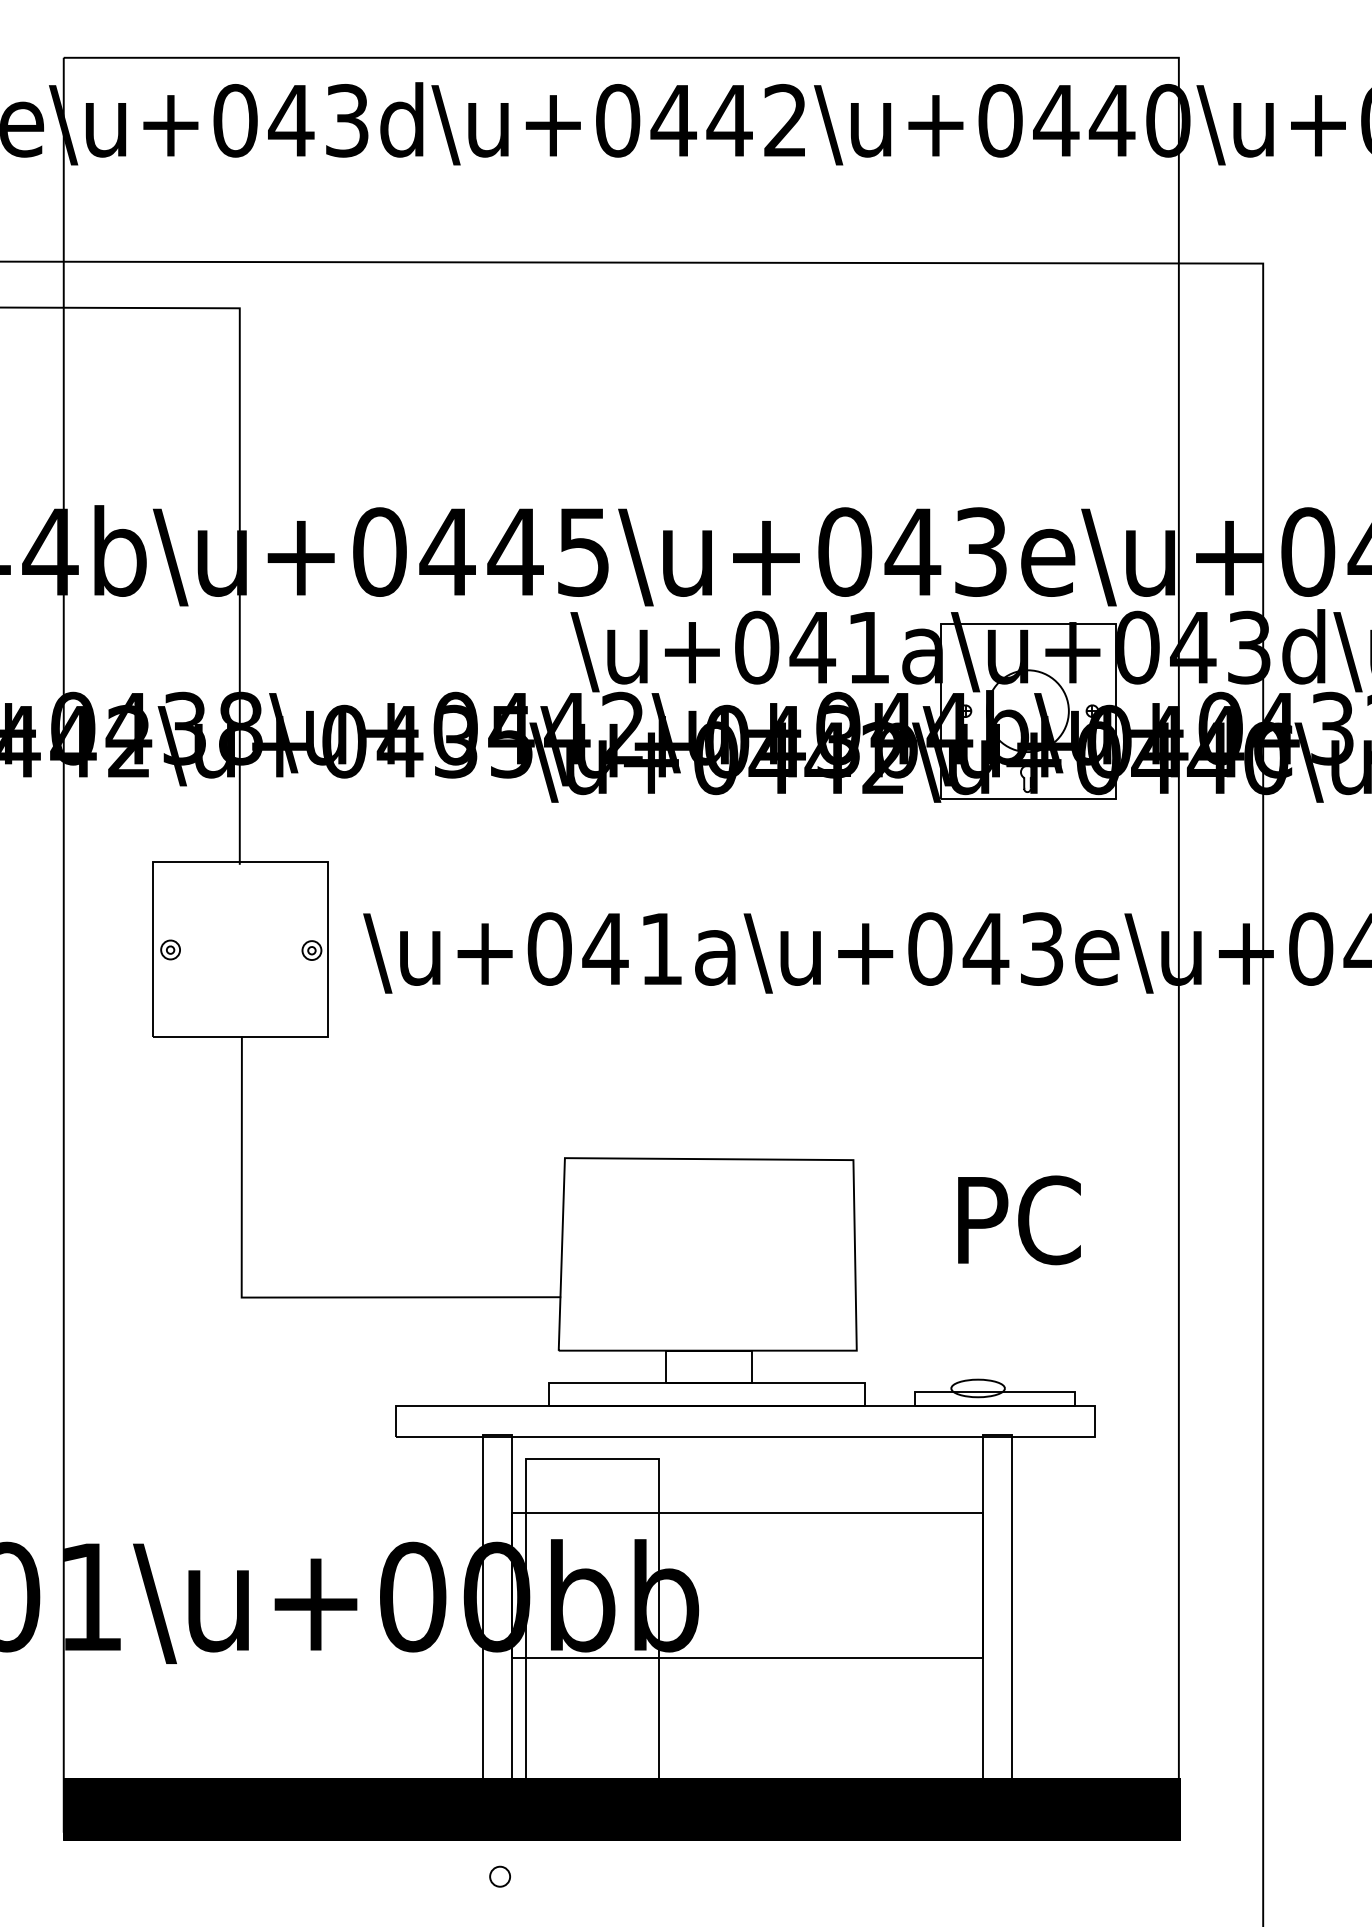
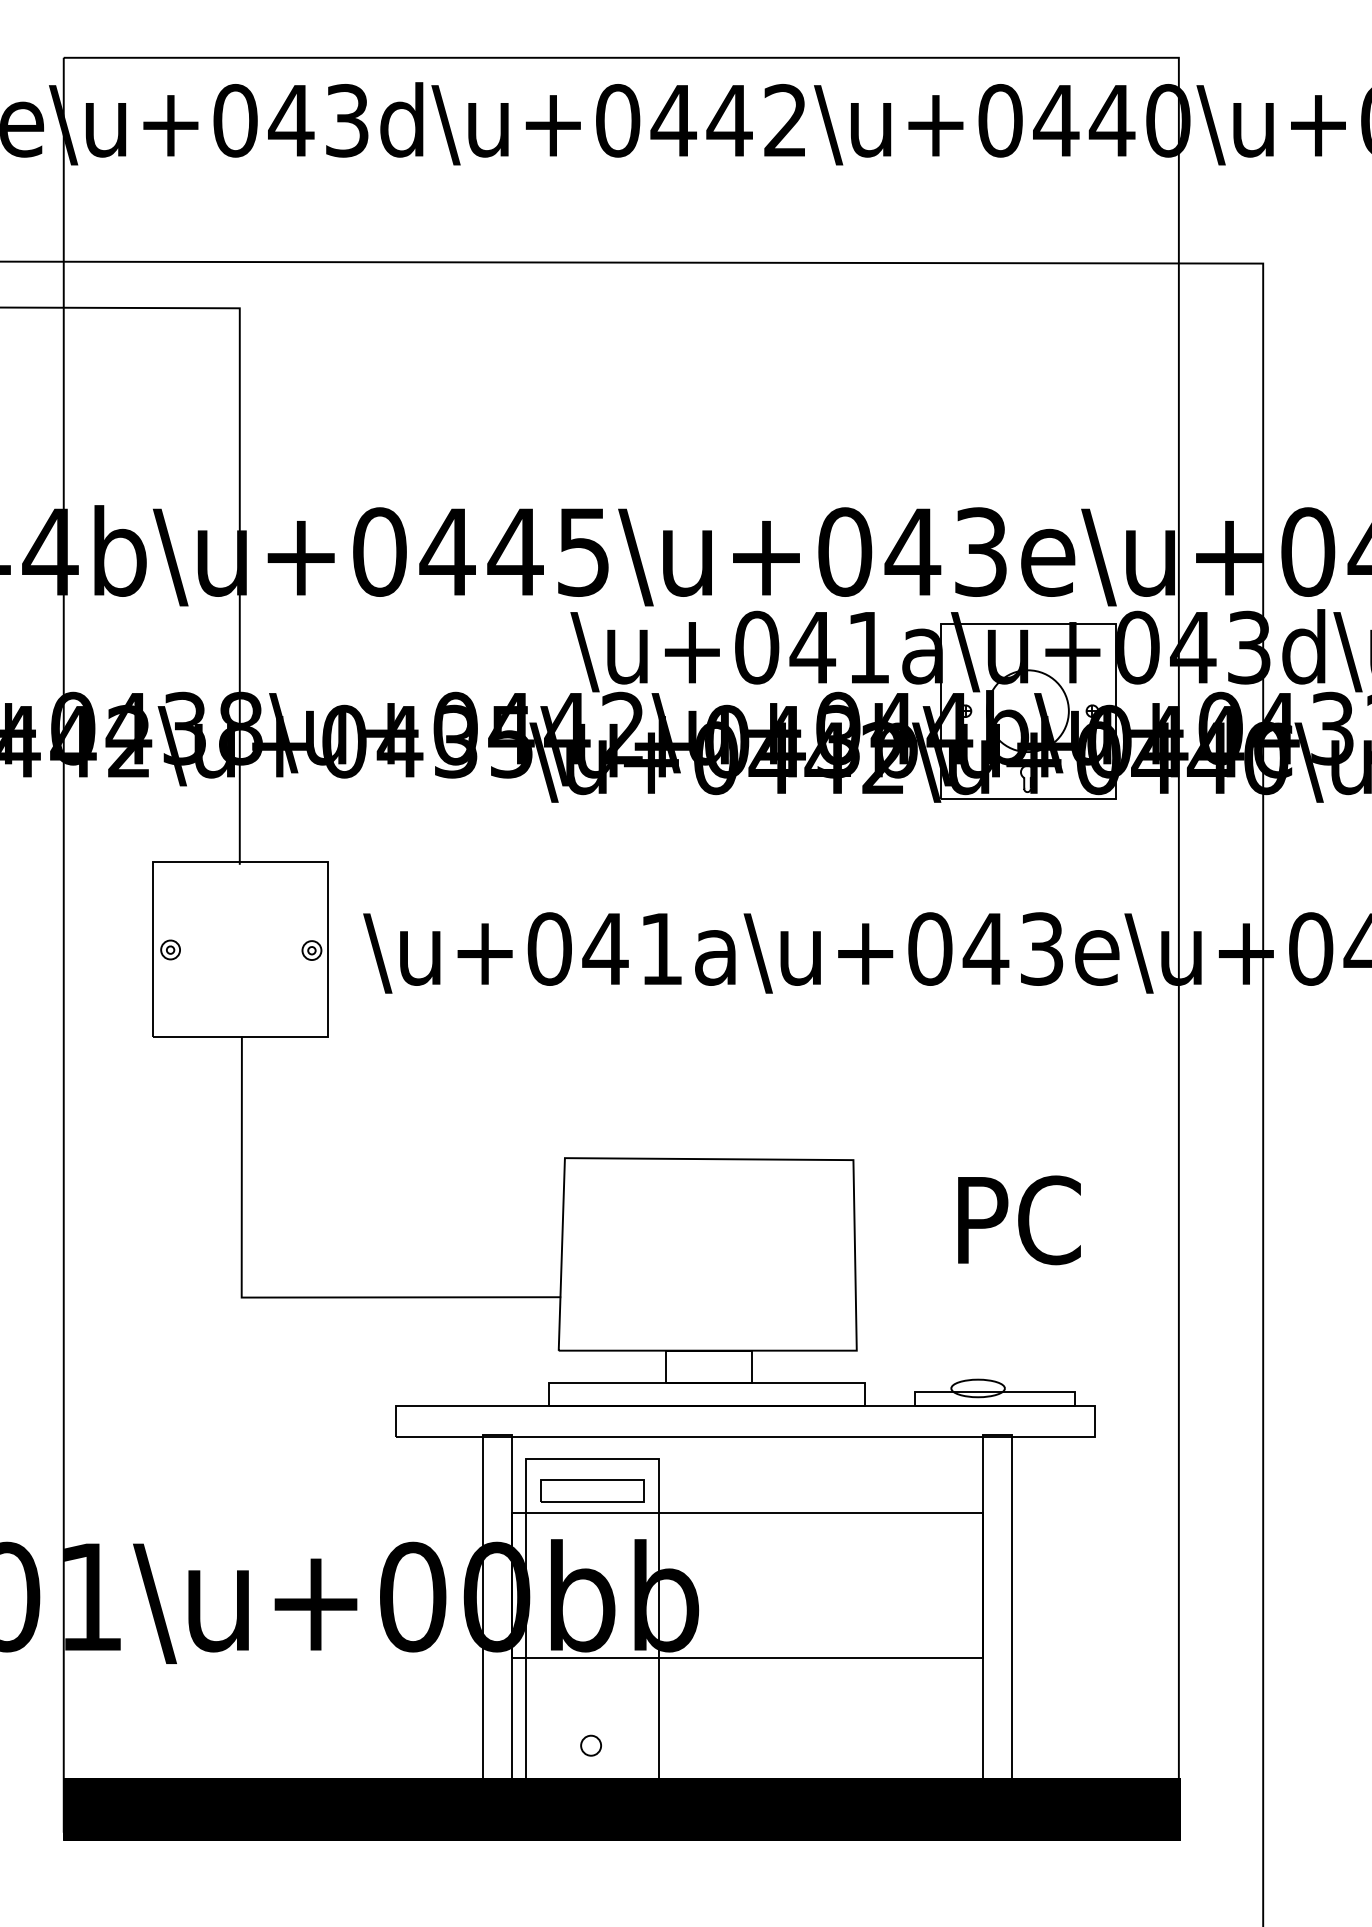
part at (592, 1490): none -> present
part at (499, 1876) position: (499, 1876) -> (590, 1745)
